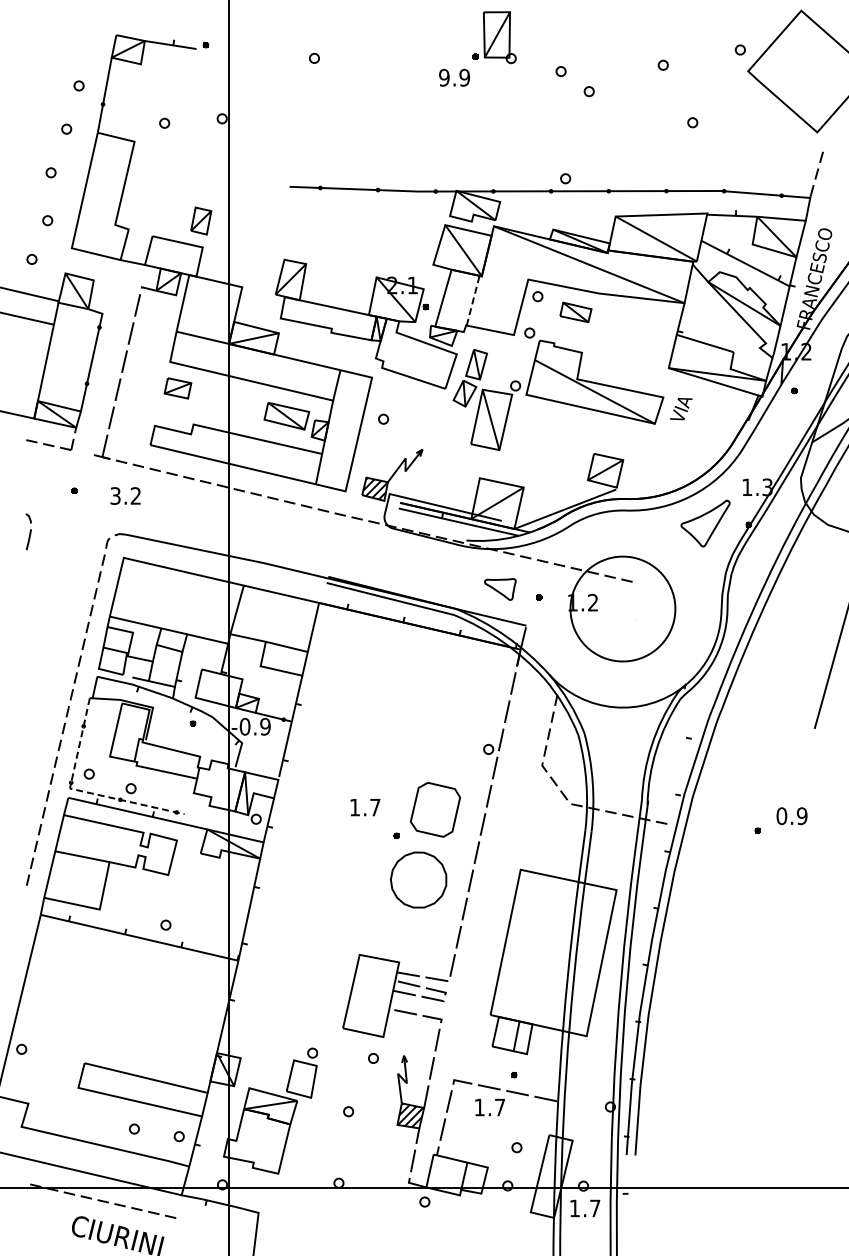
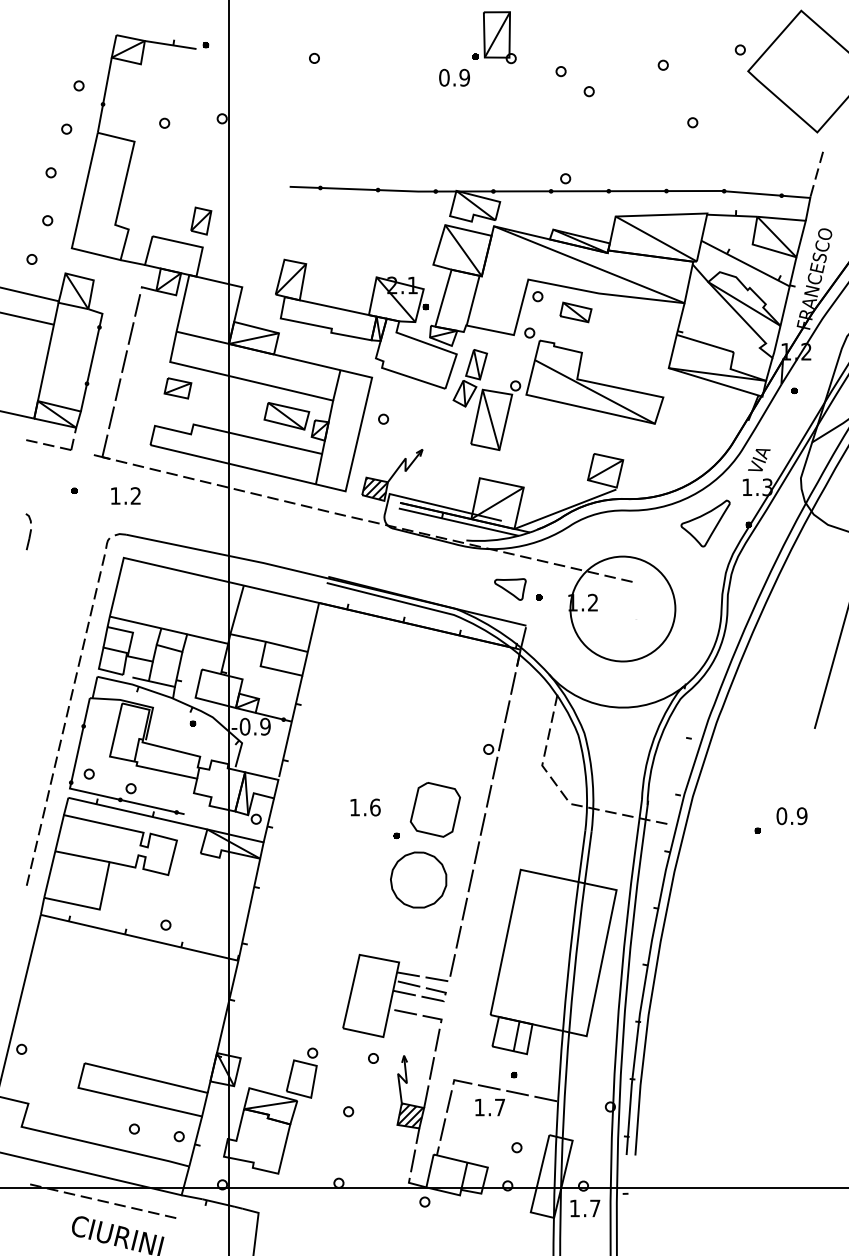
text at (444, 77): 9.9 -> 0.9
line at (473, 300): dashed -> solid
text at (681, 409) position: (681, 409) -> (759, 460)
text at (115, 495): 3.2 -> 1.2
part at (500, 589) position: (500, 589) -> (510, 589)
line at (81, 791): dashed -> solid
text at (375, 807): 1.7 -> 1.6
